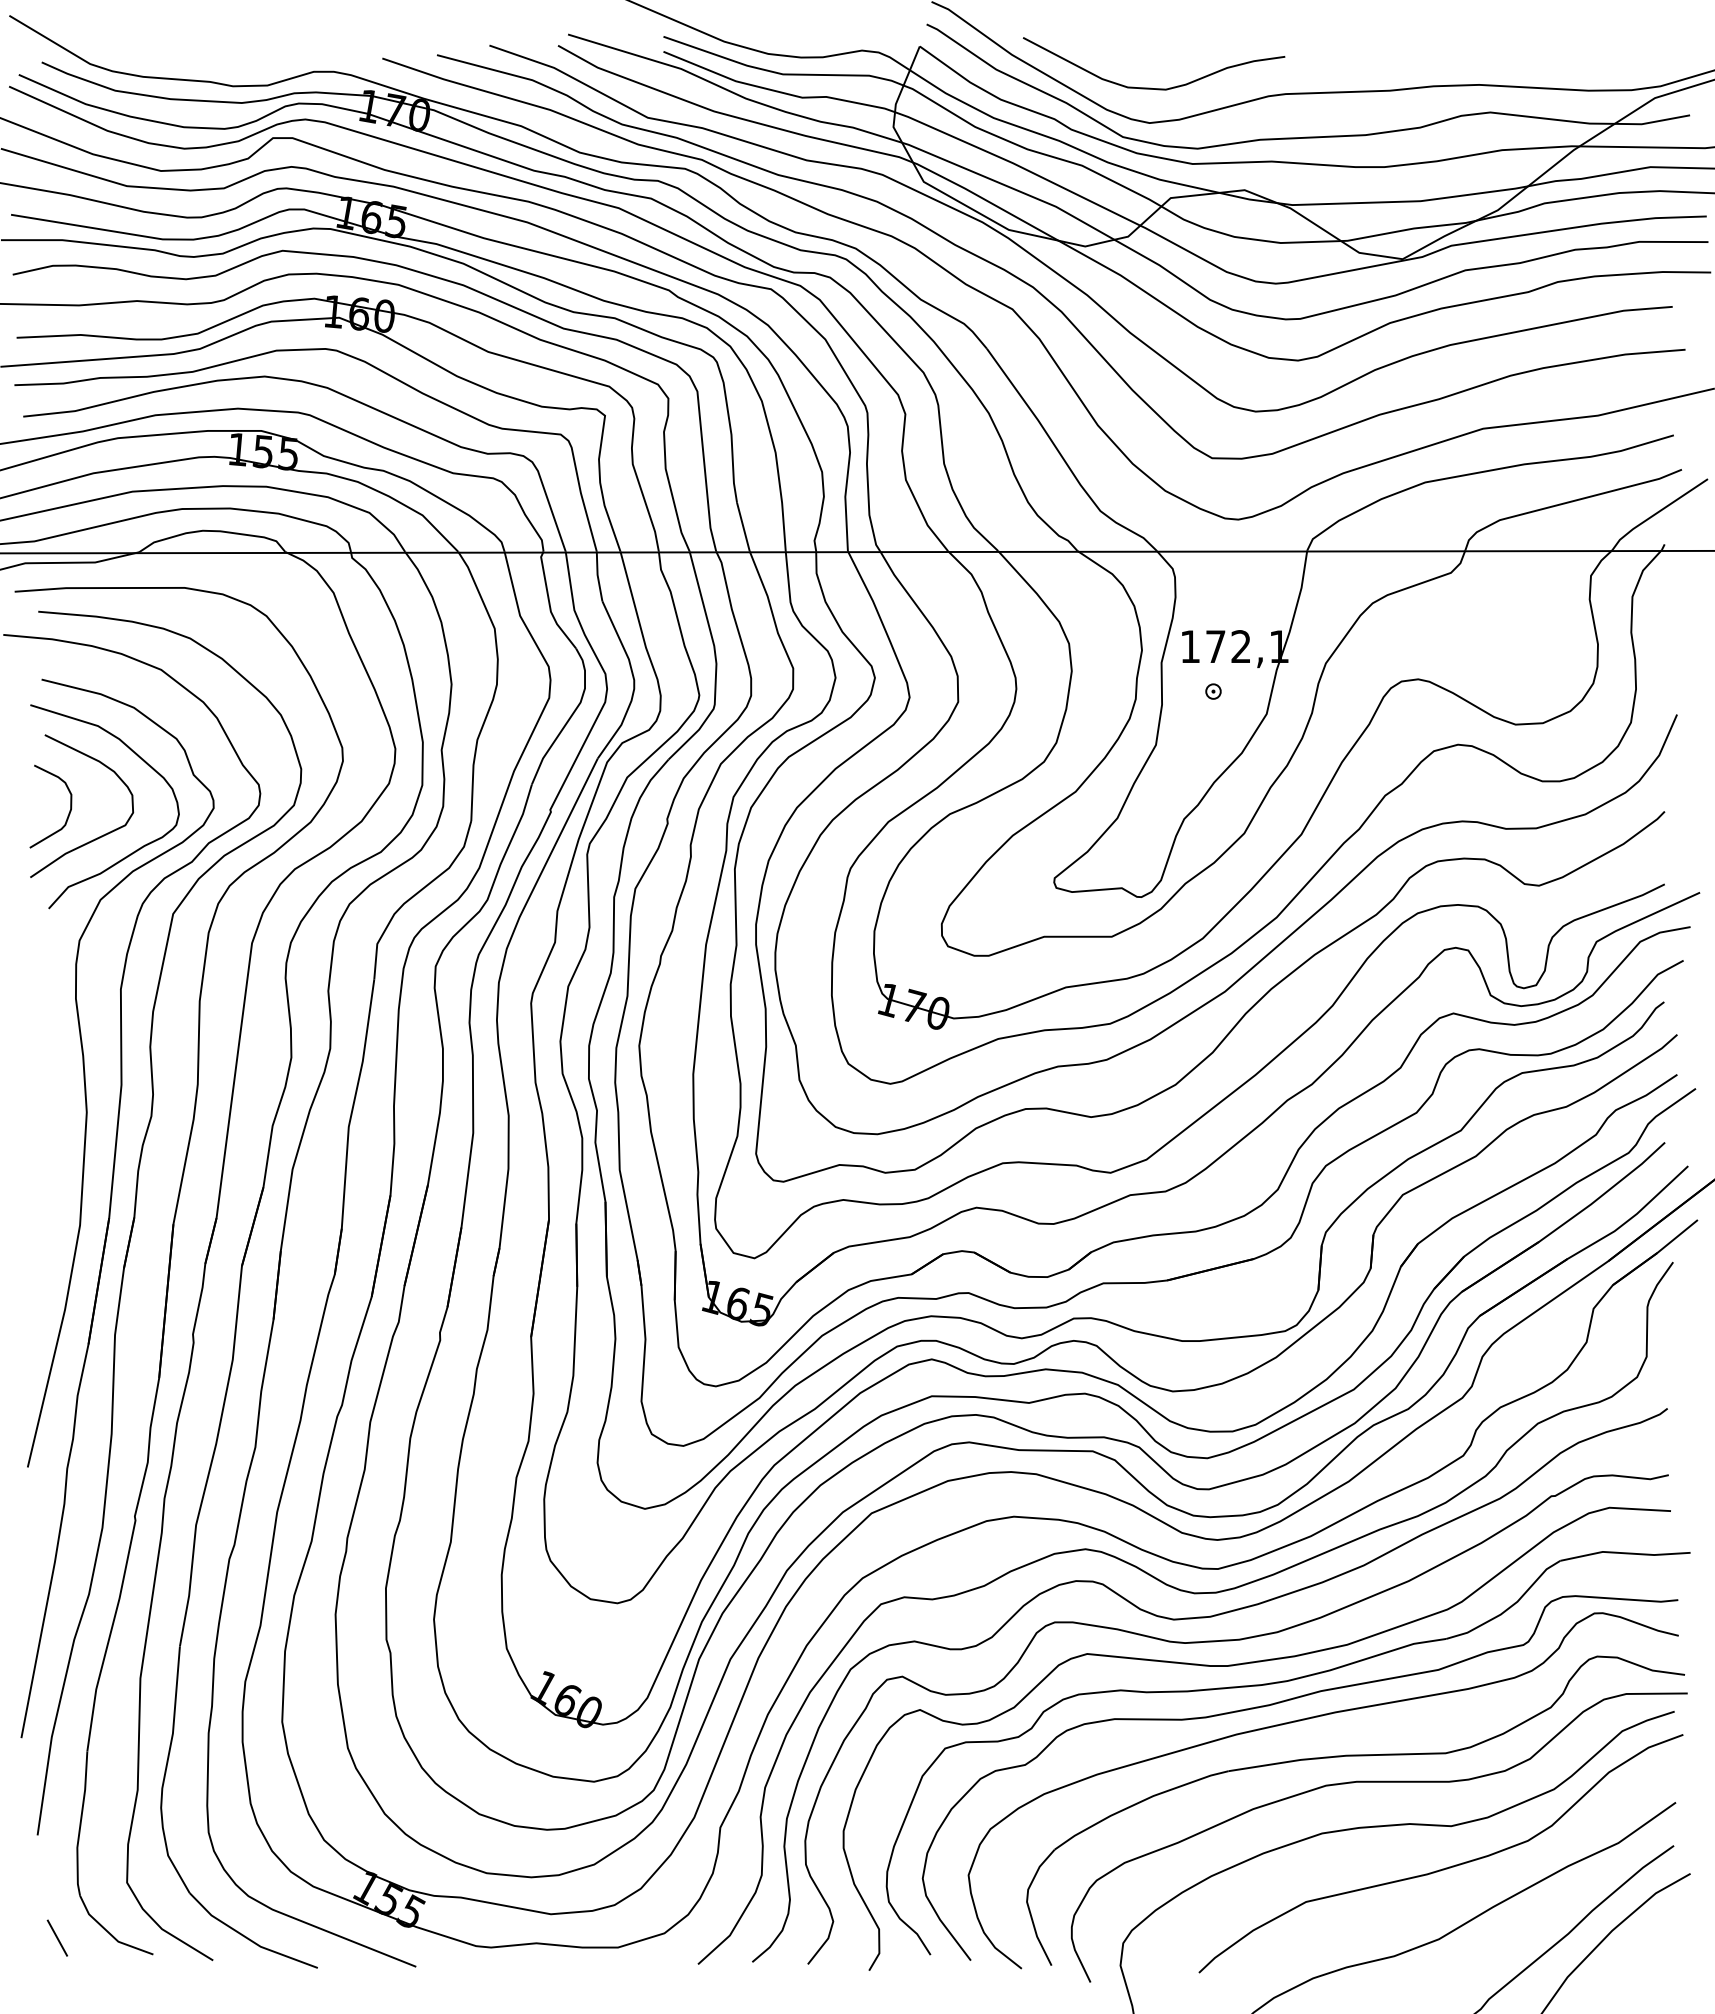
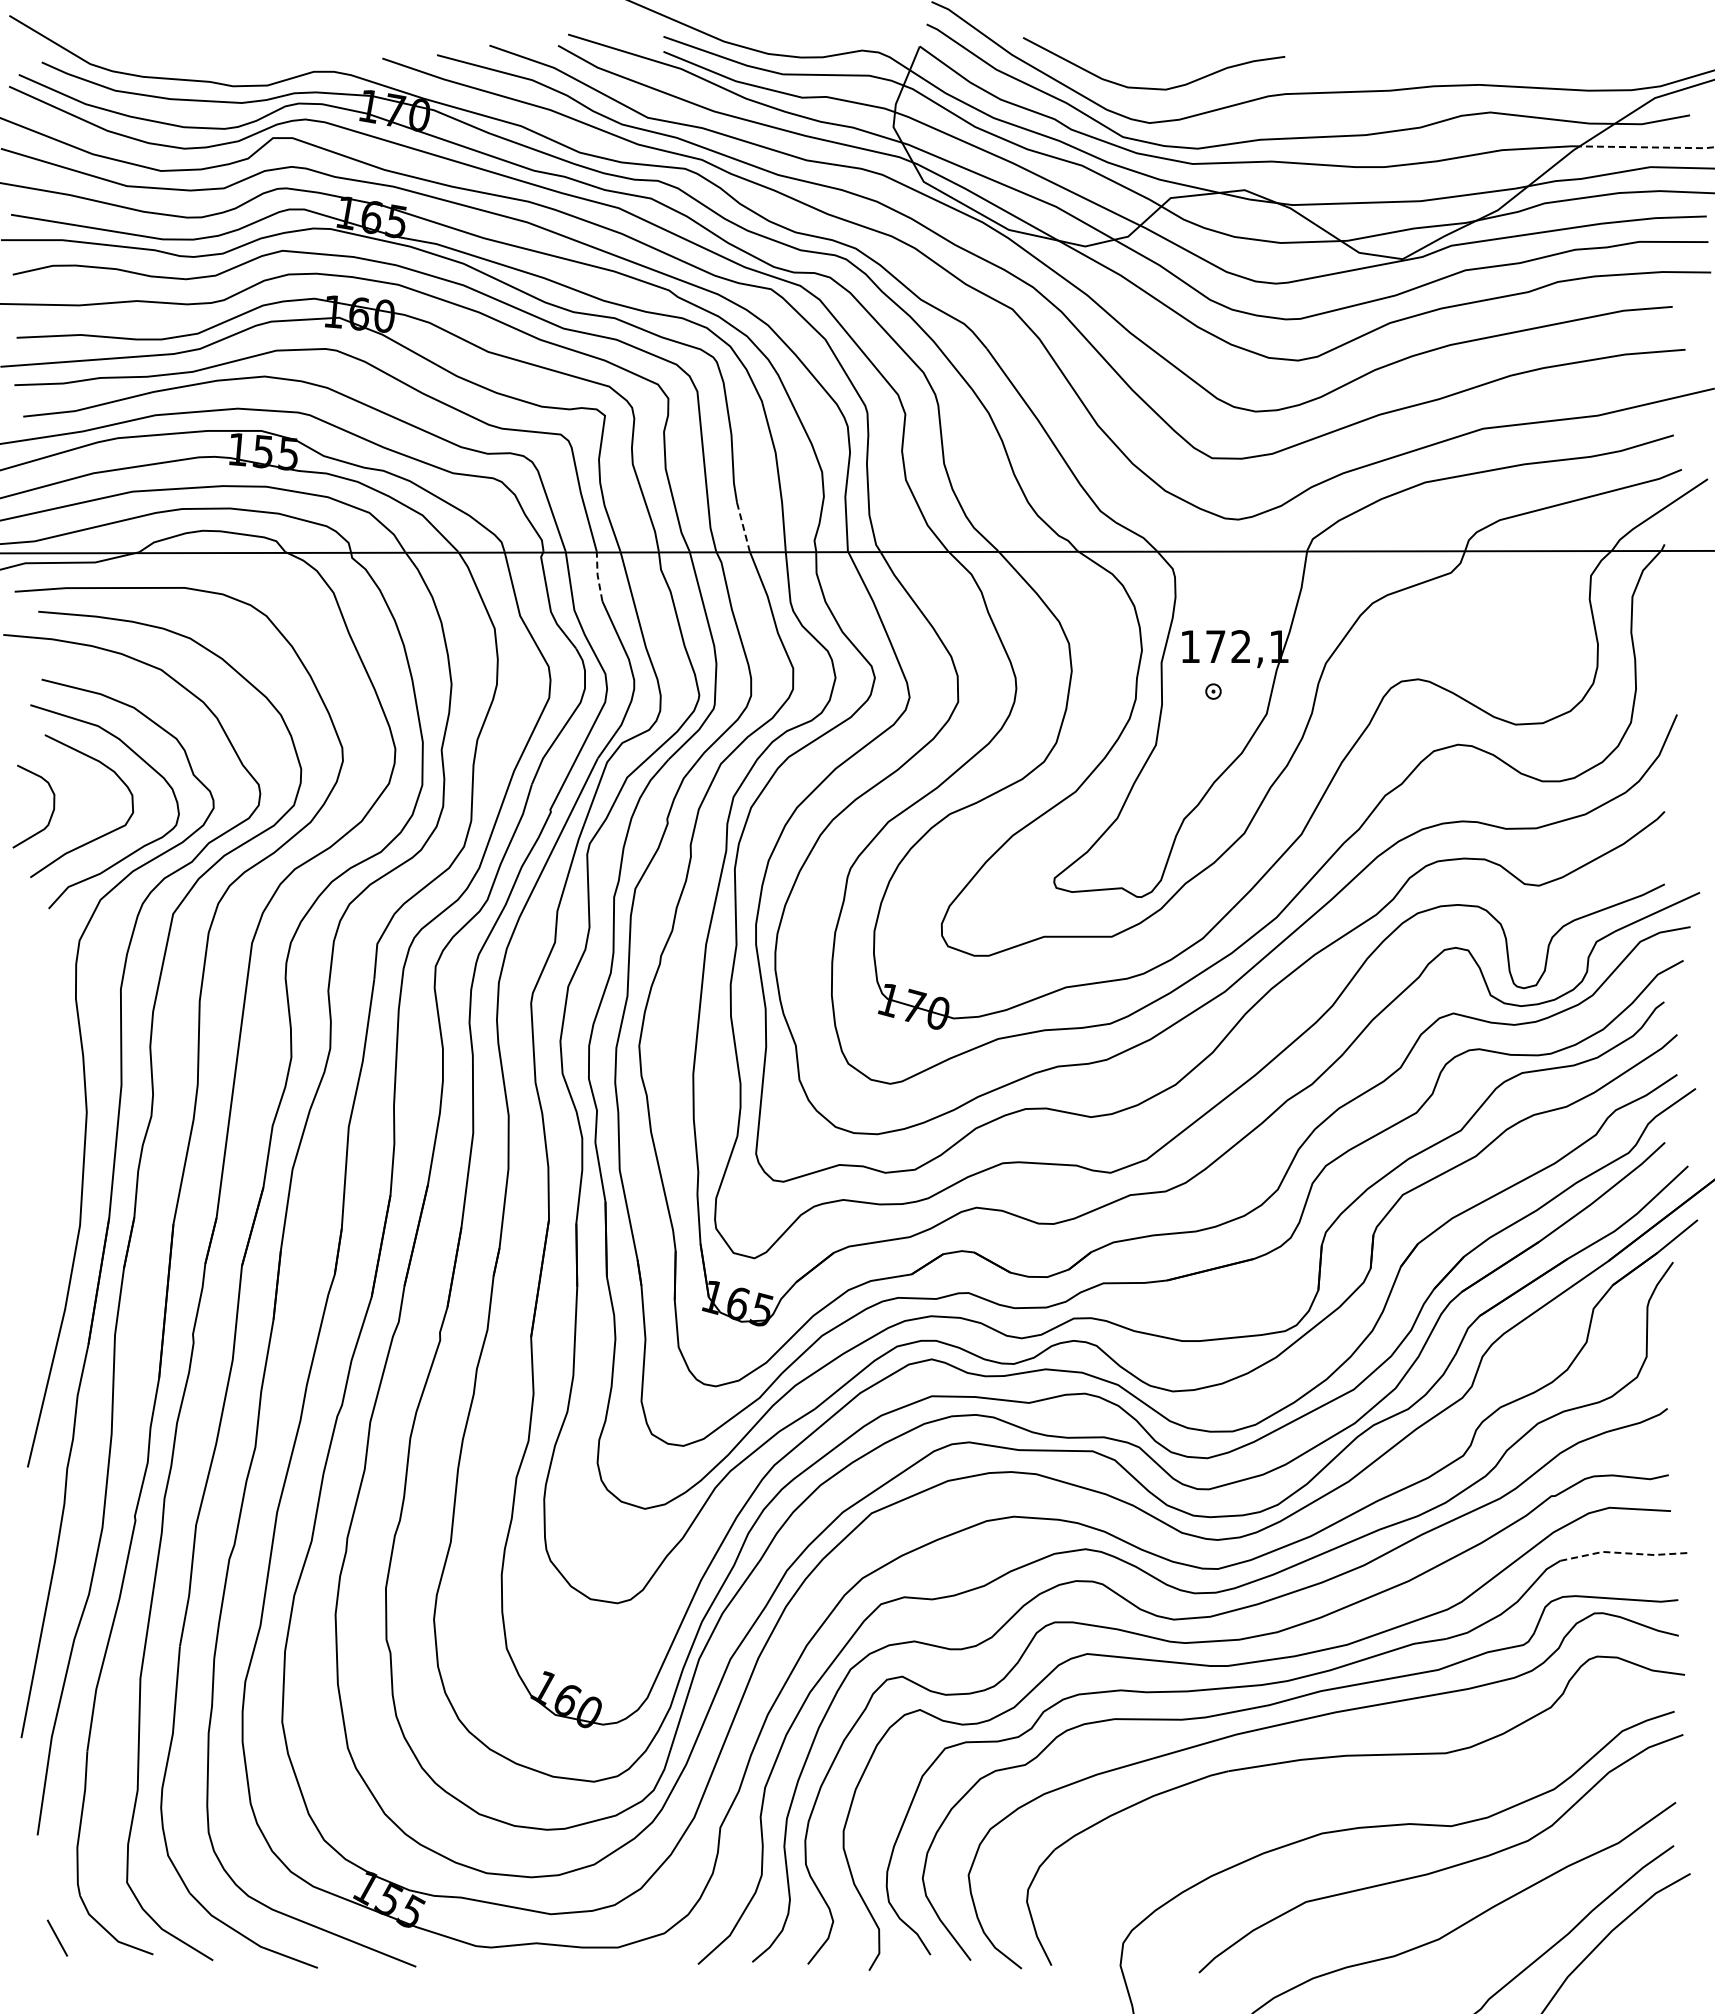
line at (1647, 147): solid -> dashed
line at (743, 527): solid -> dashed
line at (597, 575): solid -> dashed
curve at (67, 815) position: (67, 815) -> (50, 815)
line at (1625, 1553): solid -> dashed
curve at (1378, 1782): present -> none
